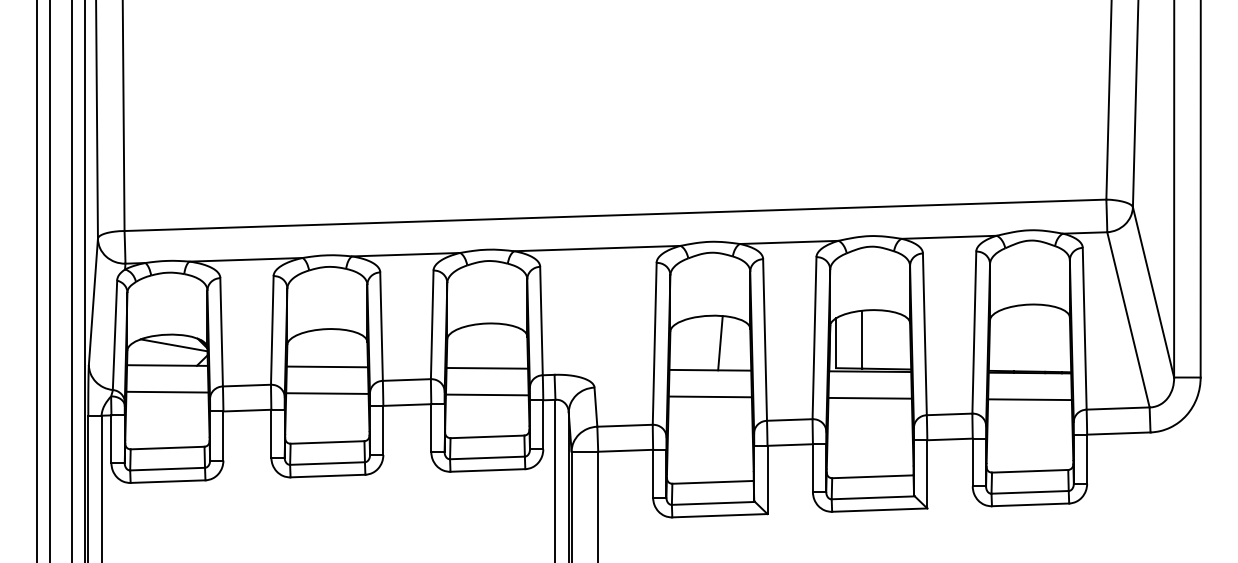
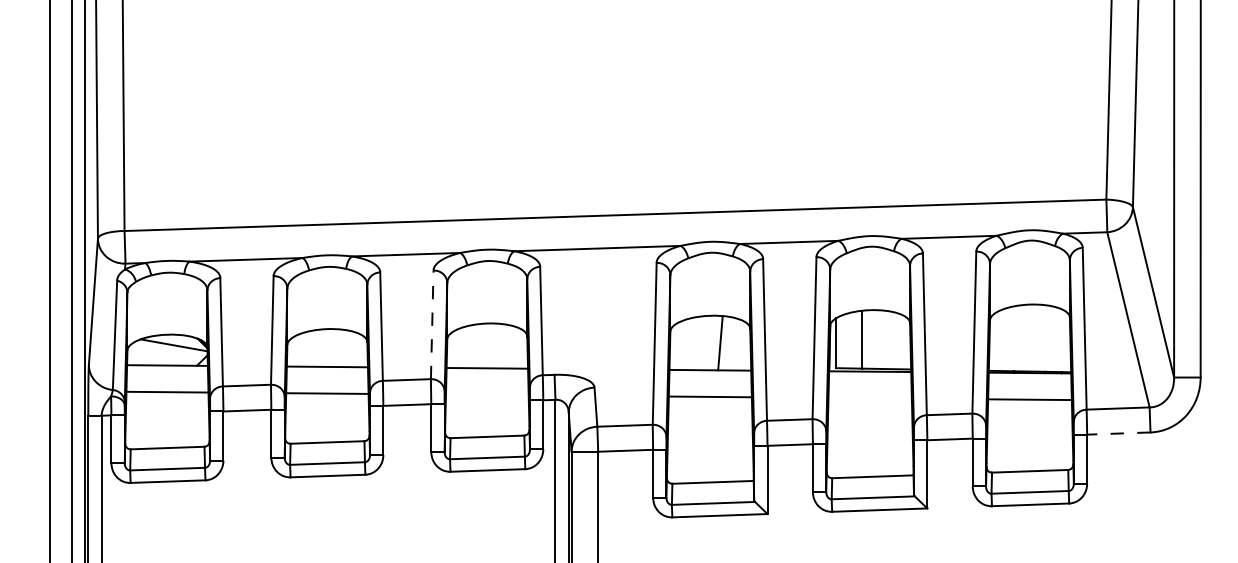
line at (37, 280): present -> none
line at (432, 324): solid -> dashed
line at (486, 394): present -> none
line at (869, 397): present -> none
line at (1118, 433): solid -> dashed
